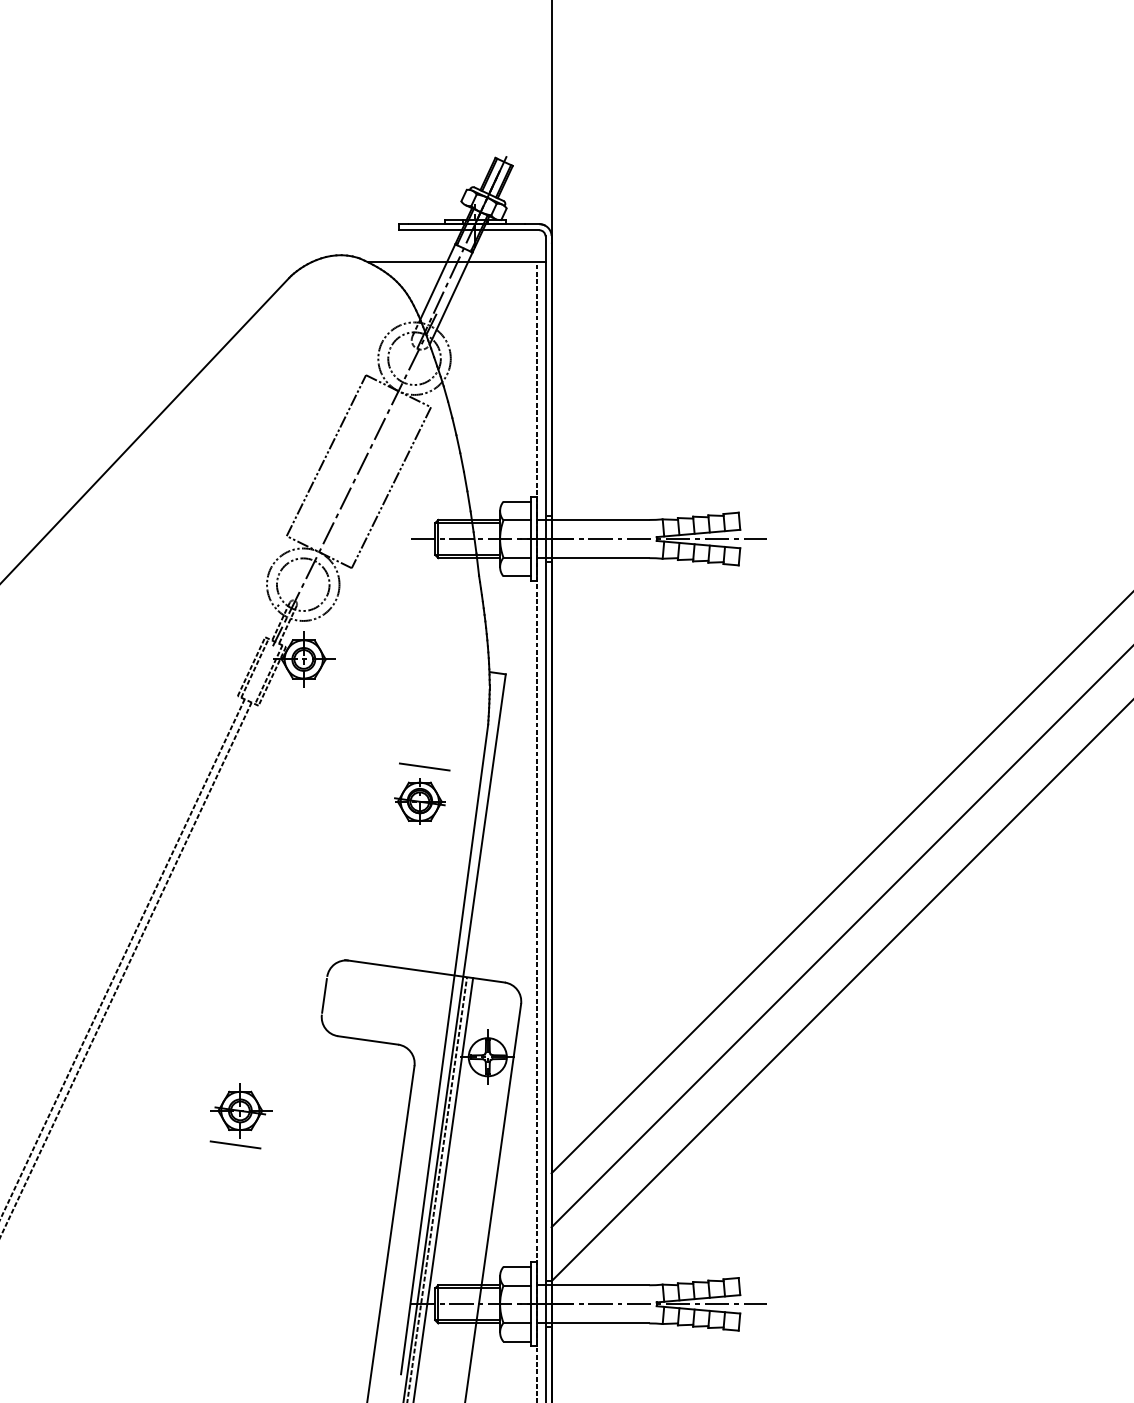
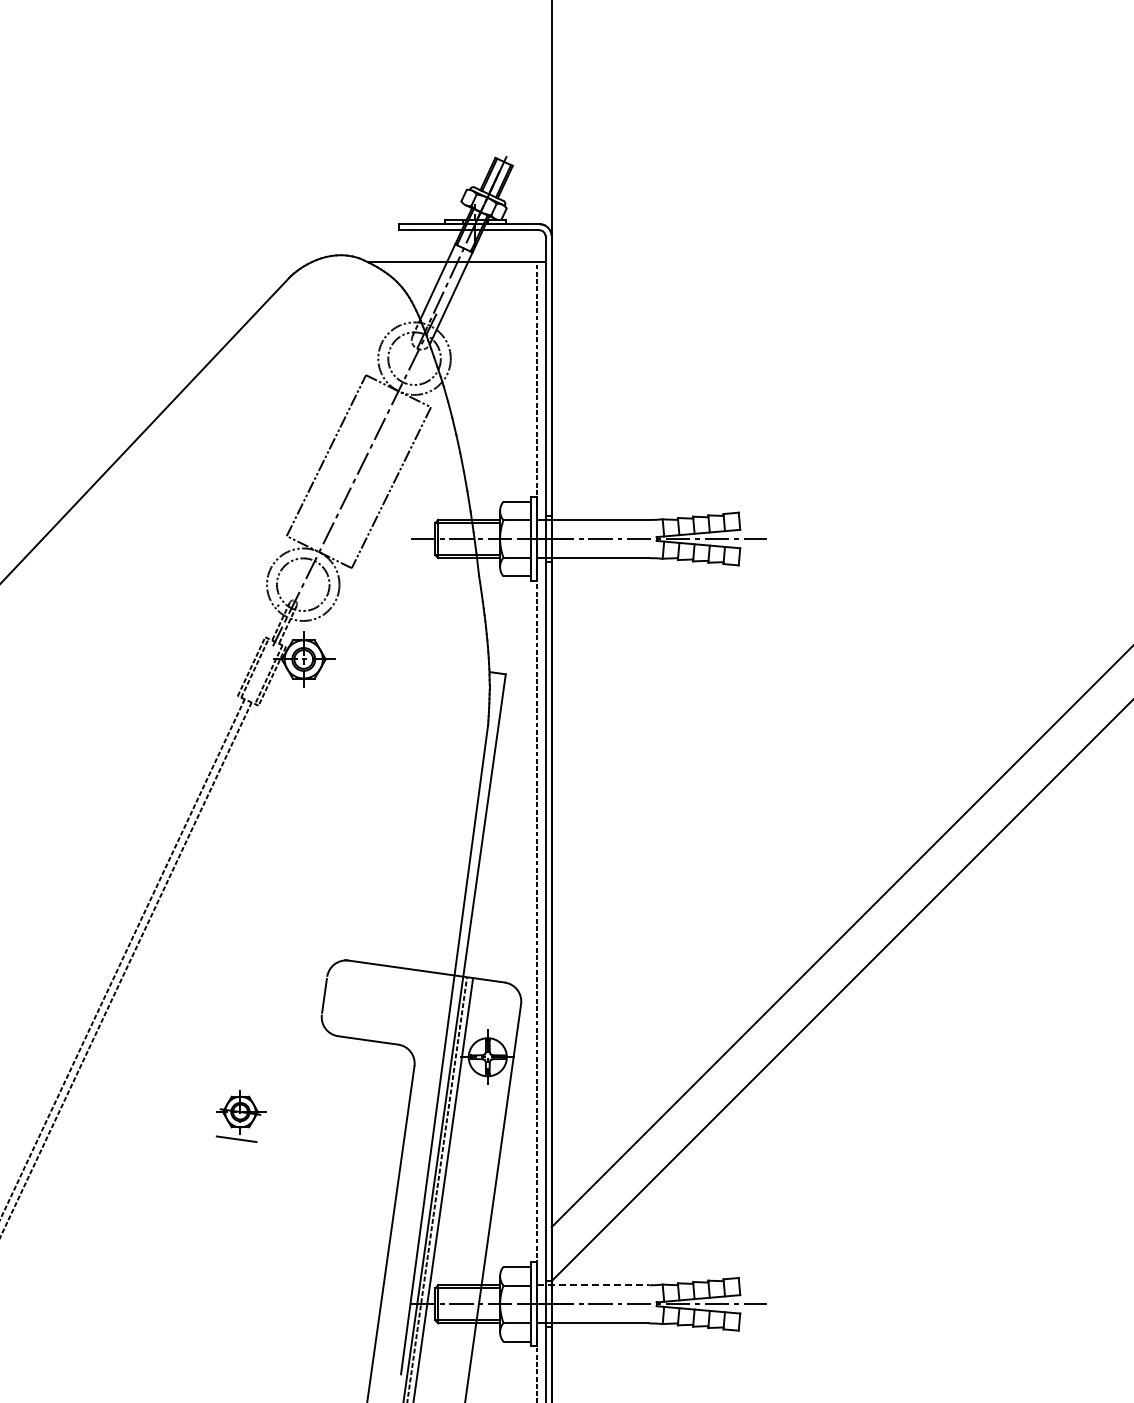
line at (424, 766): present -> none
part at (419, 801): present -> none
line at (840, 883): present -> none
part at (240, 1116) size: 64x67 px -> 52x53 px
line at (593, 1285): solid -> dashed
